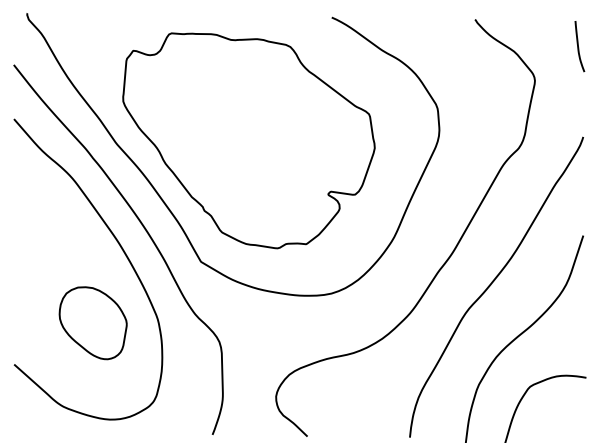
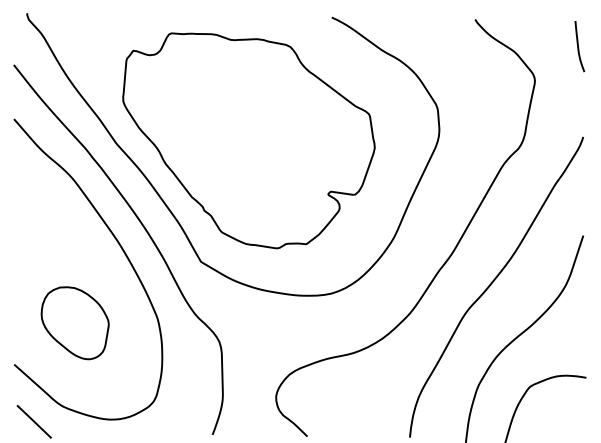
part at (92, 323) position: (92, 323) -> (74, 323)
line at (33, 421): none -> present
